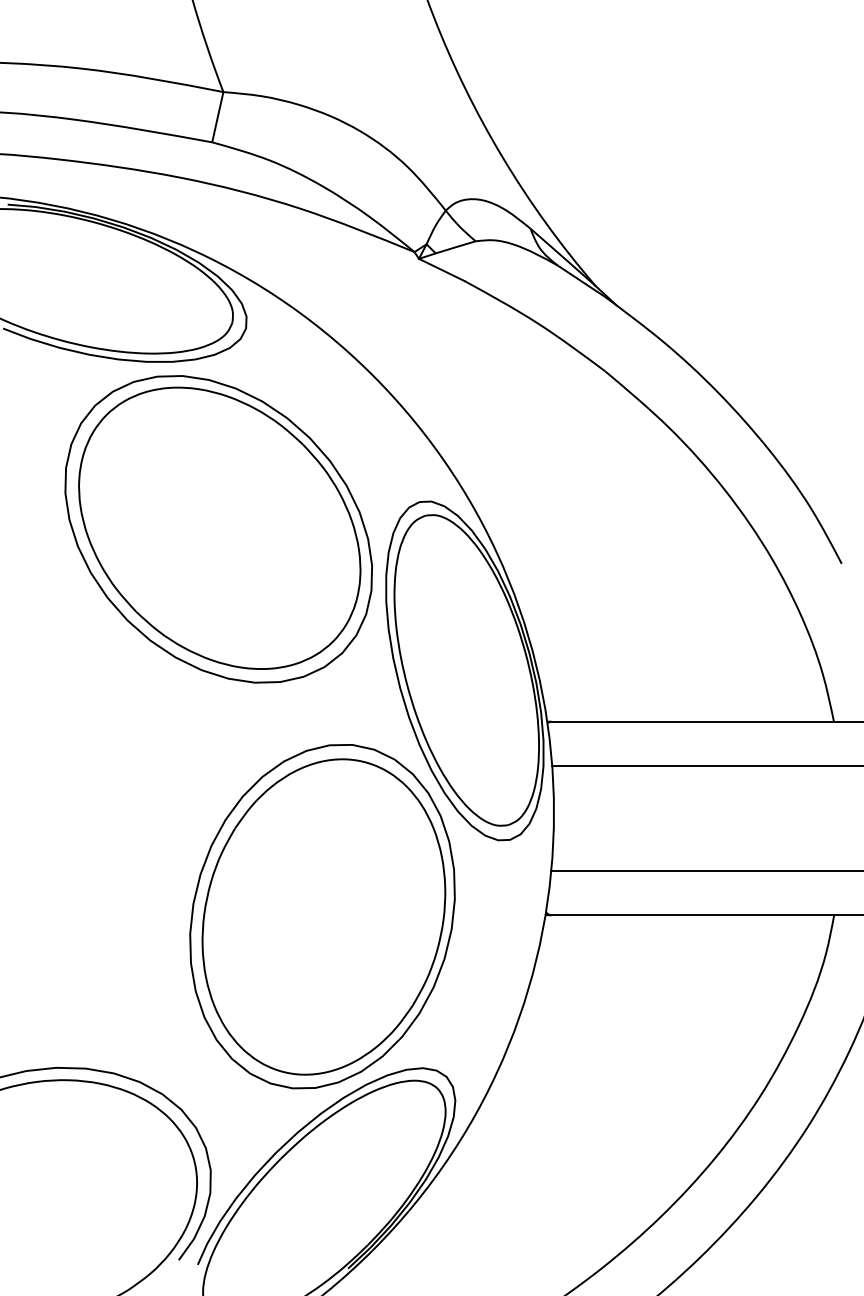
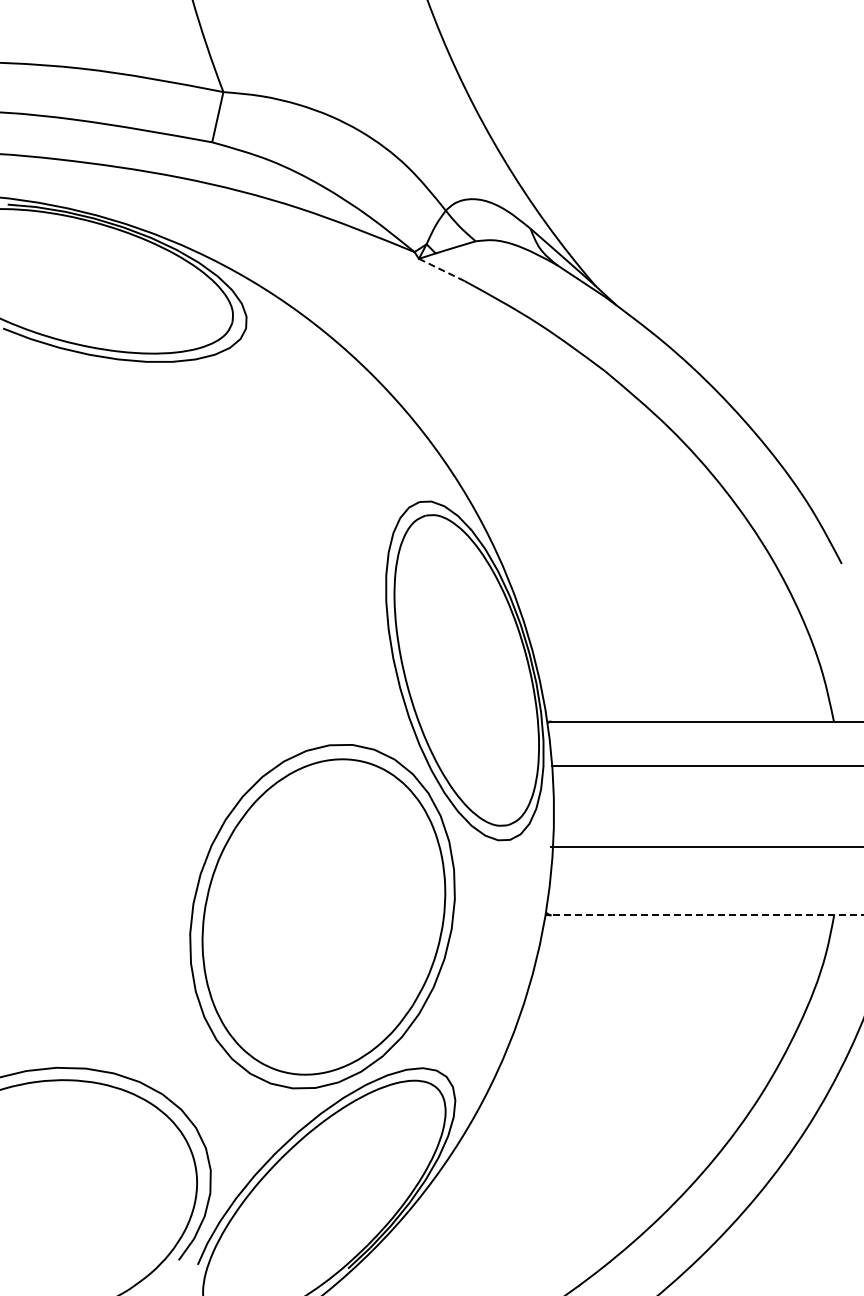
line at (441, 269): solid -> dashed
part at (218, 529): present -> none
line at (705, 870) position: (705, 870) -> (705, 846)
line at (707, 915): solid -> dashed
